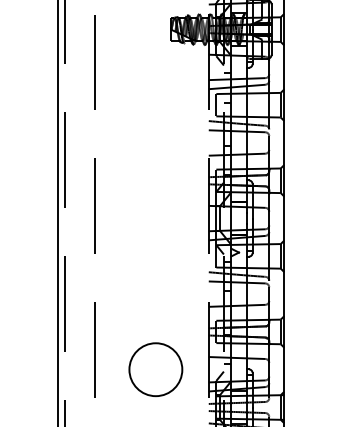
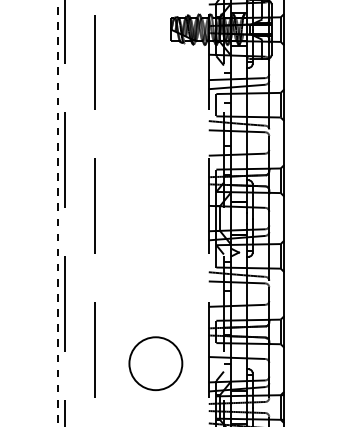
line at (57, 213): solid -> dashed
circle at (155, 369) position: (155, 369) -> (155, 363)
